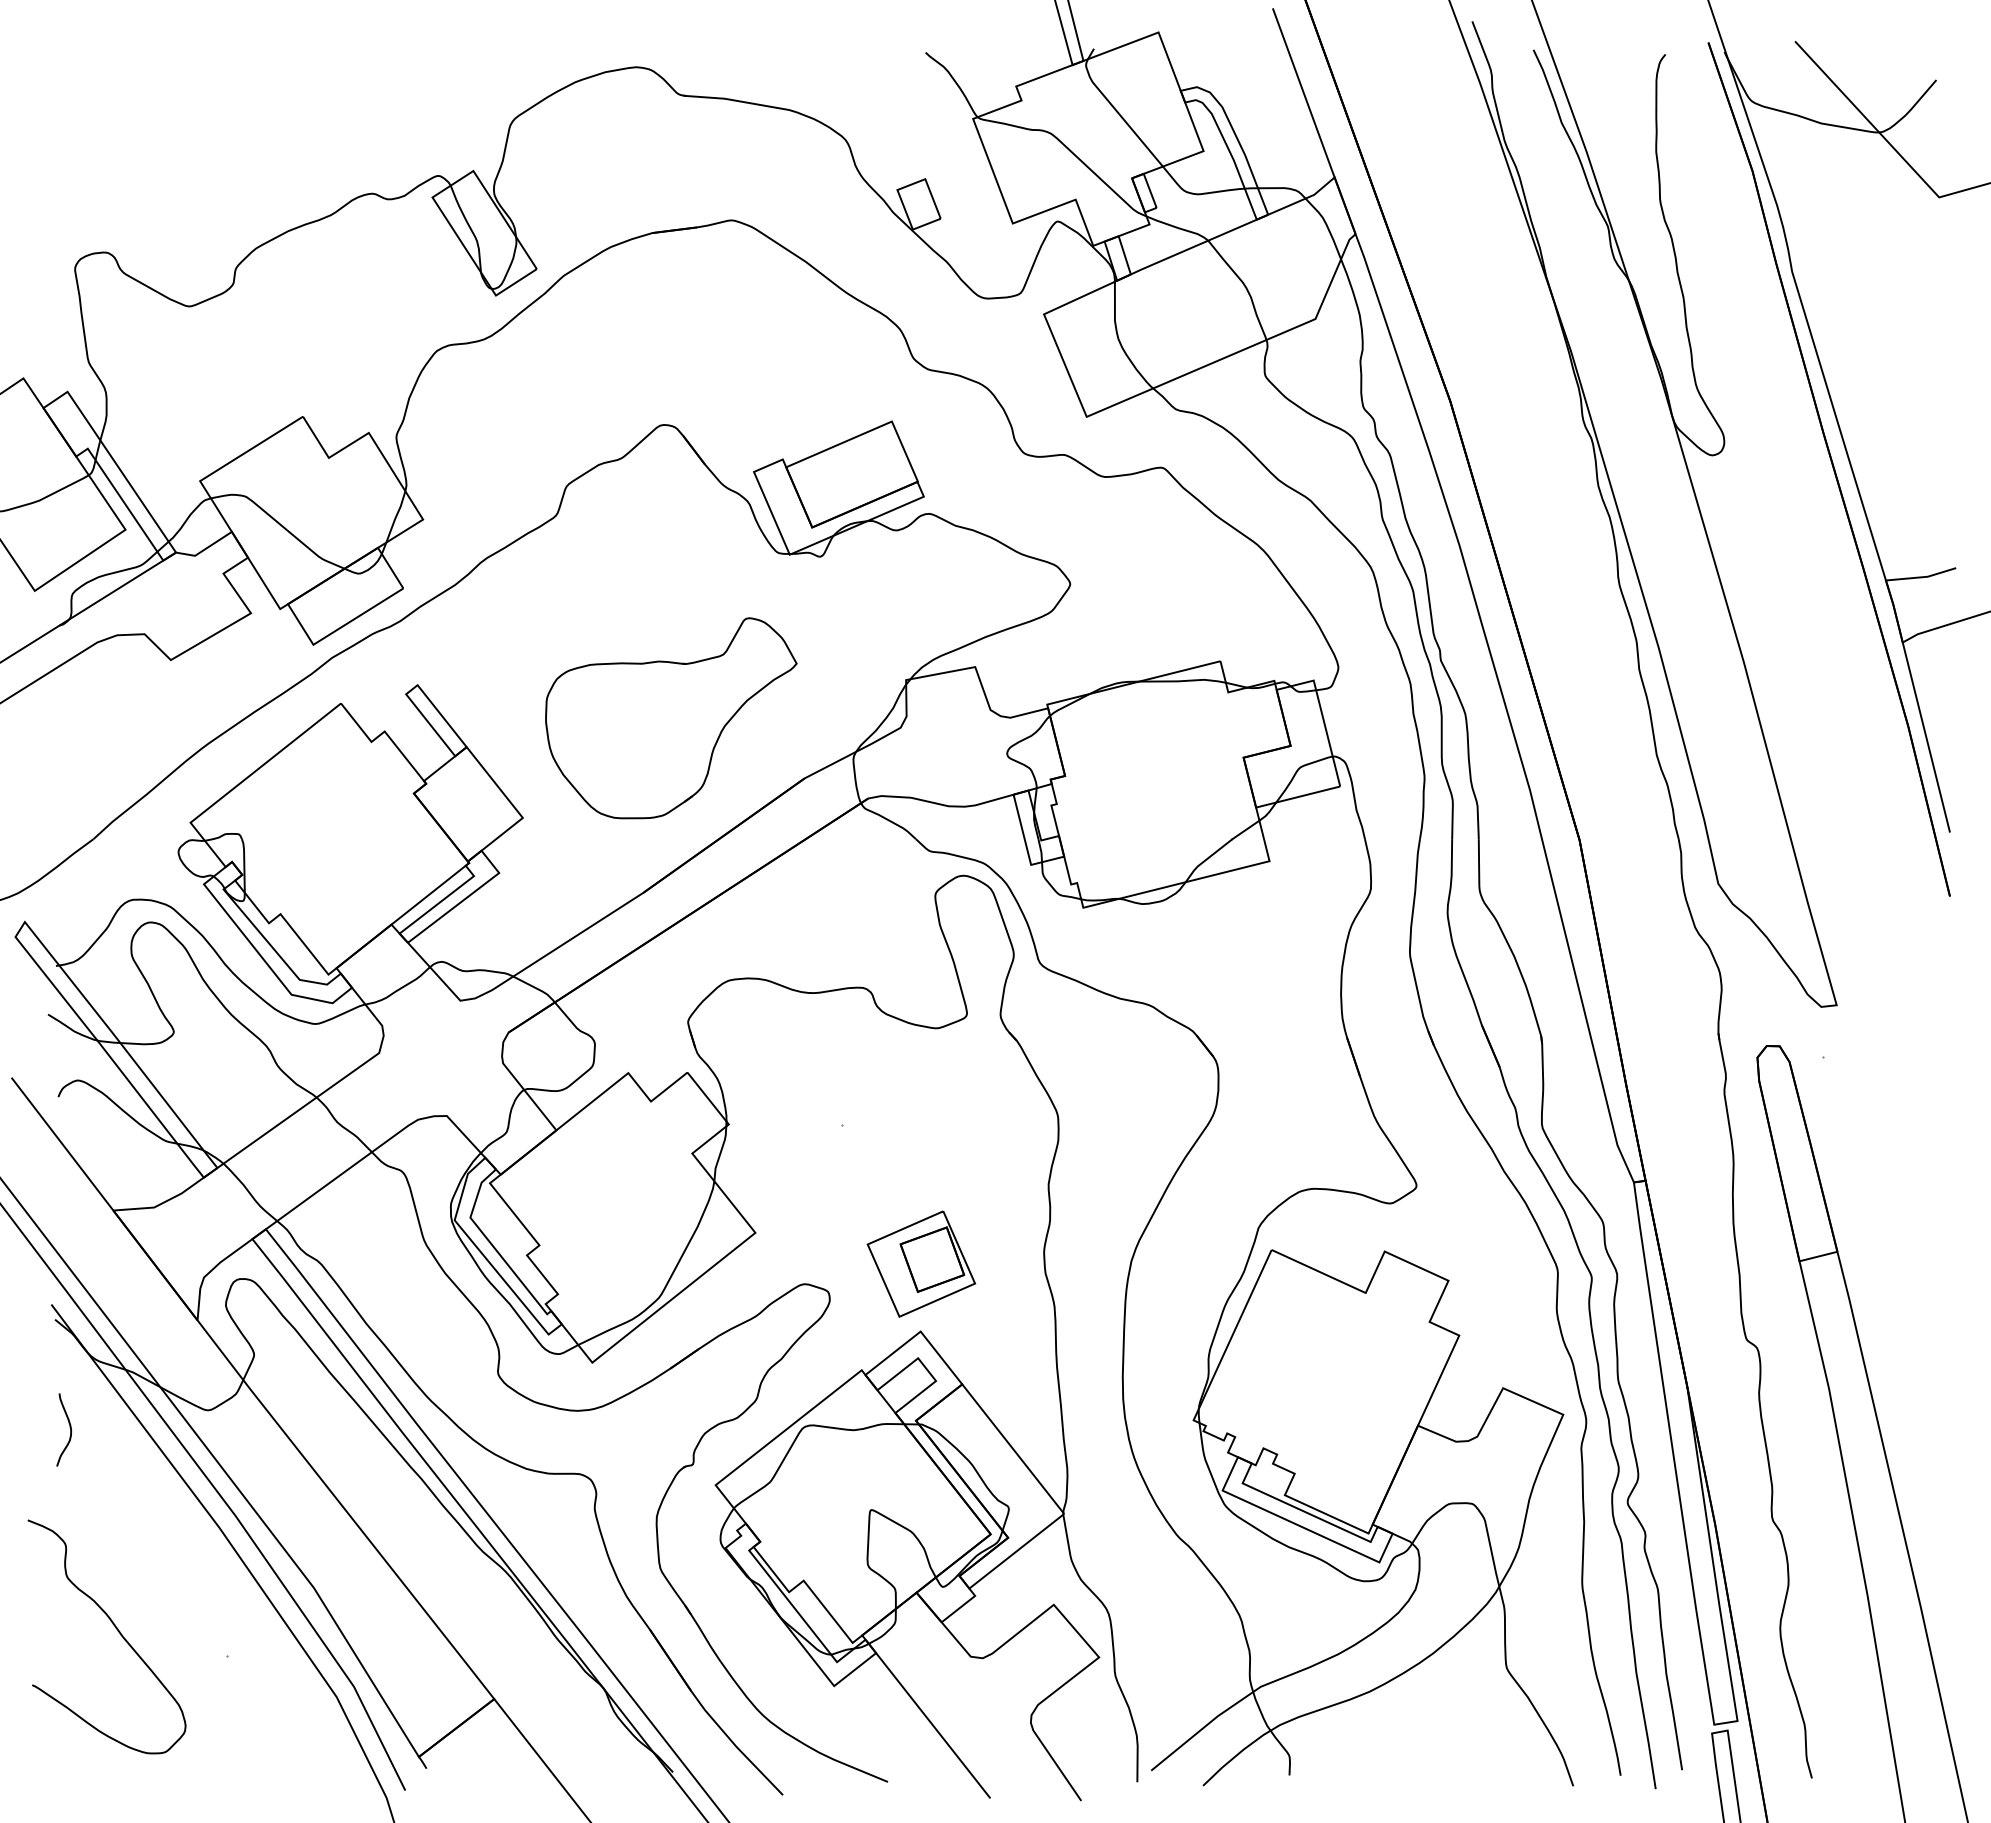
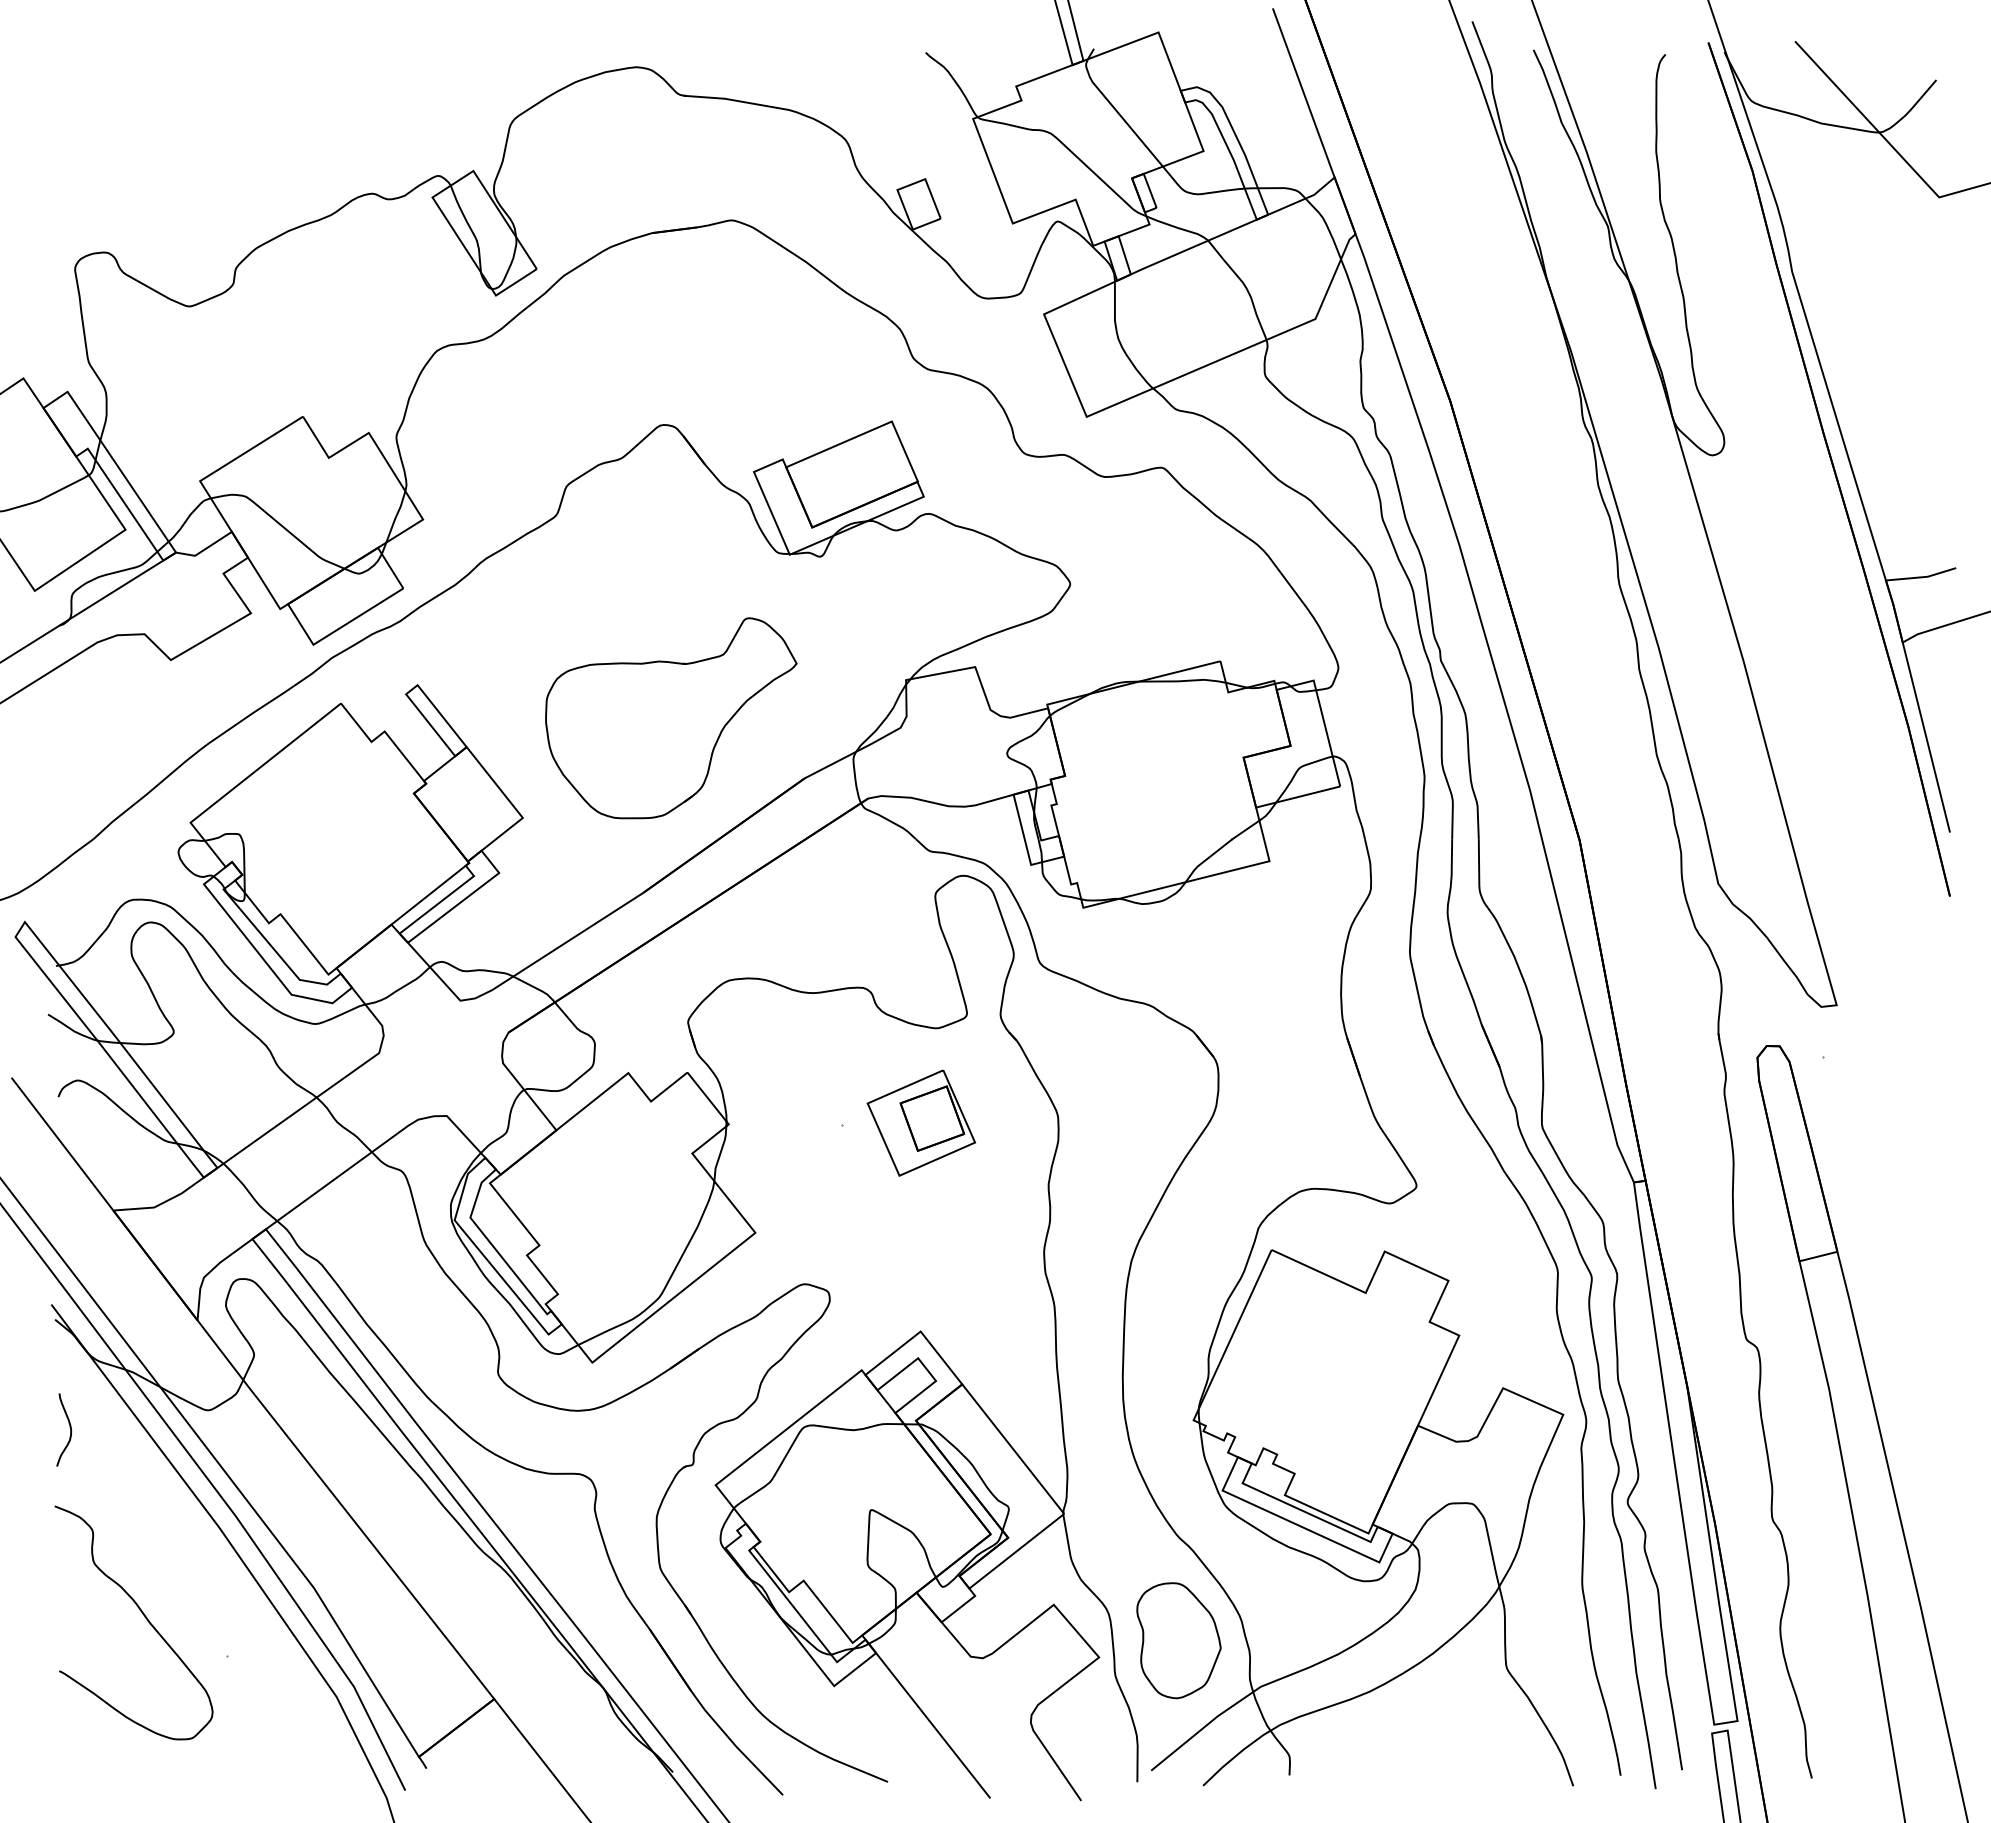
part at (921, 1263) position: (921, 1263) -> (921, 1122)
curve at (115, 1628) position: (115, 1628) -> (142, 1614)
part at (1178, 1640): none -> present
